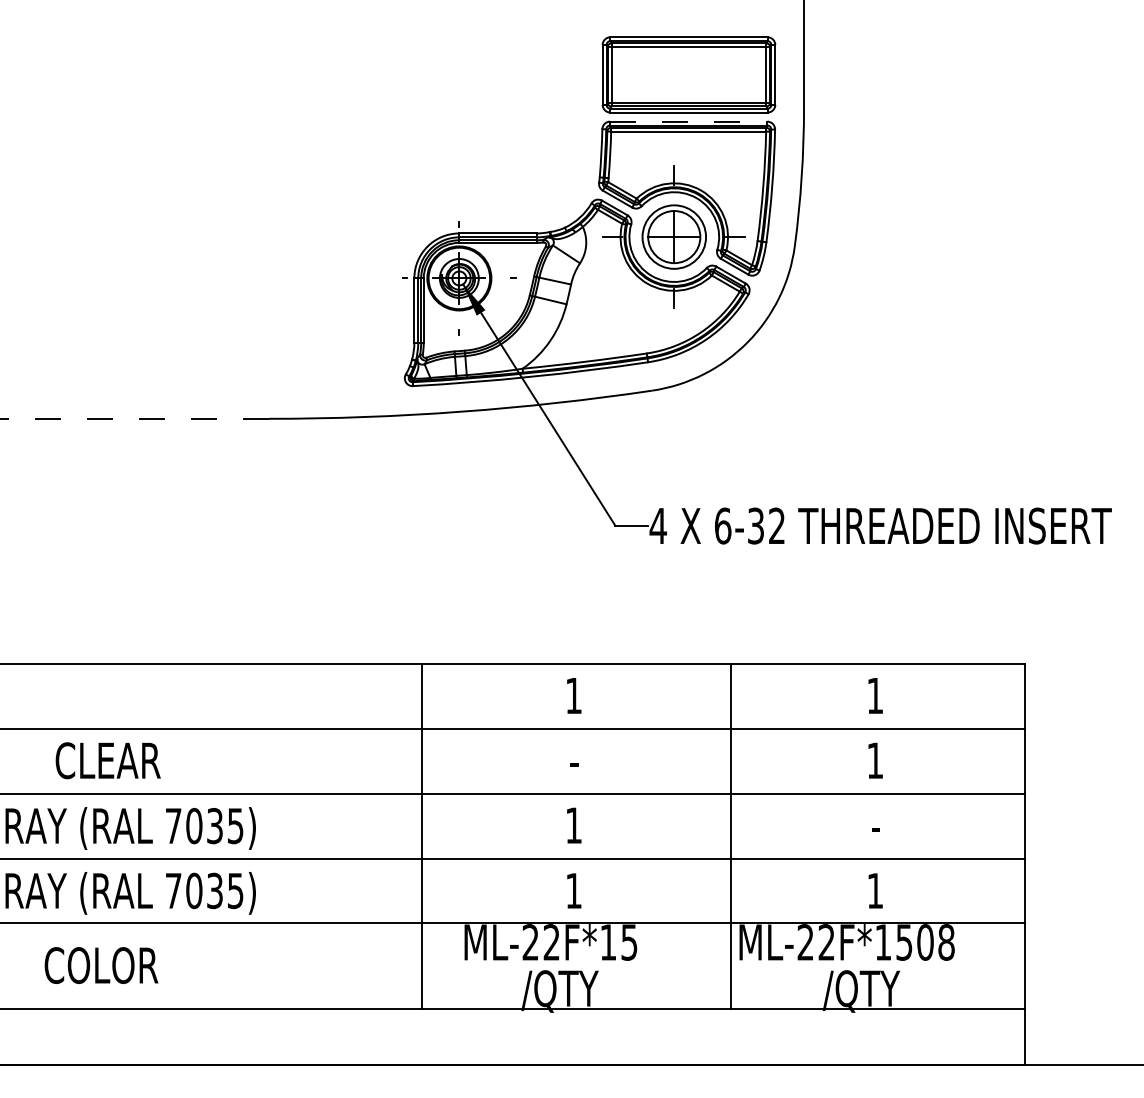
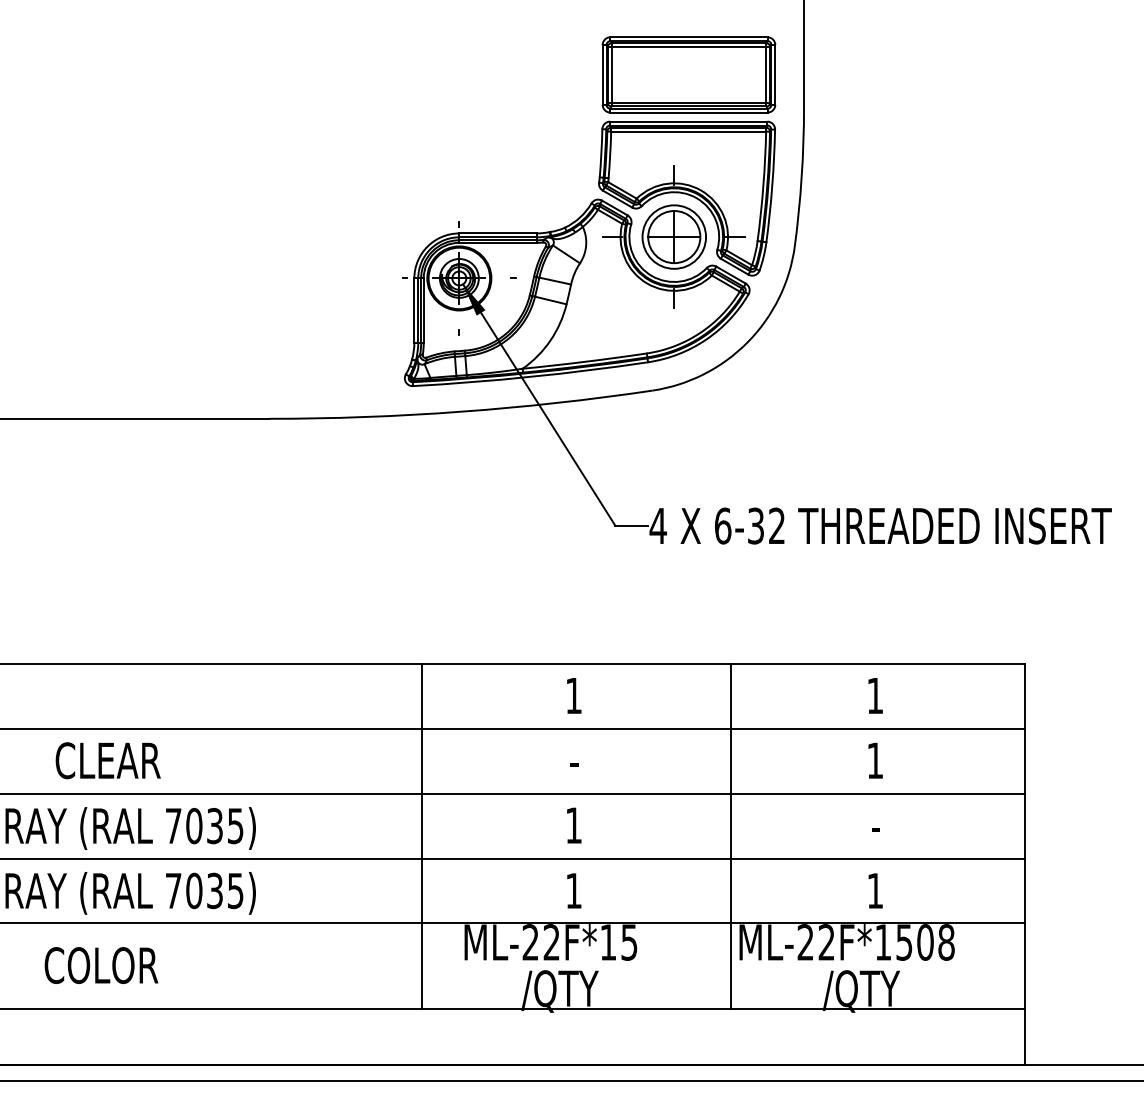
line at (688, 121): dashed -> solid
line at (133, 418): dashed -> solid
line at (571, 1081): none -> present
